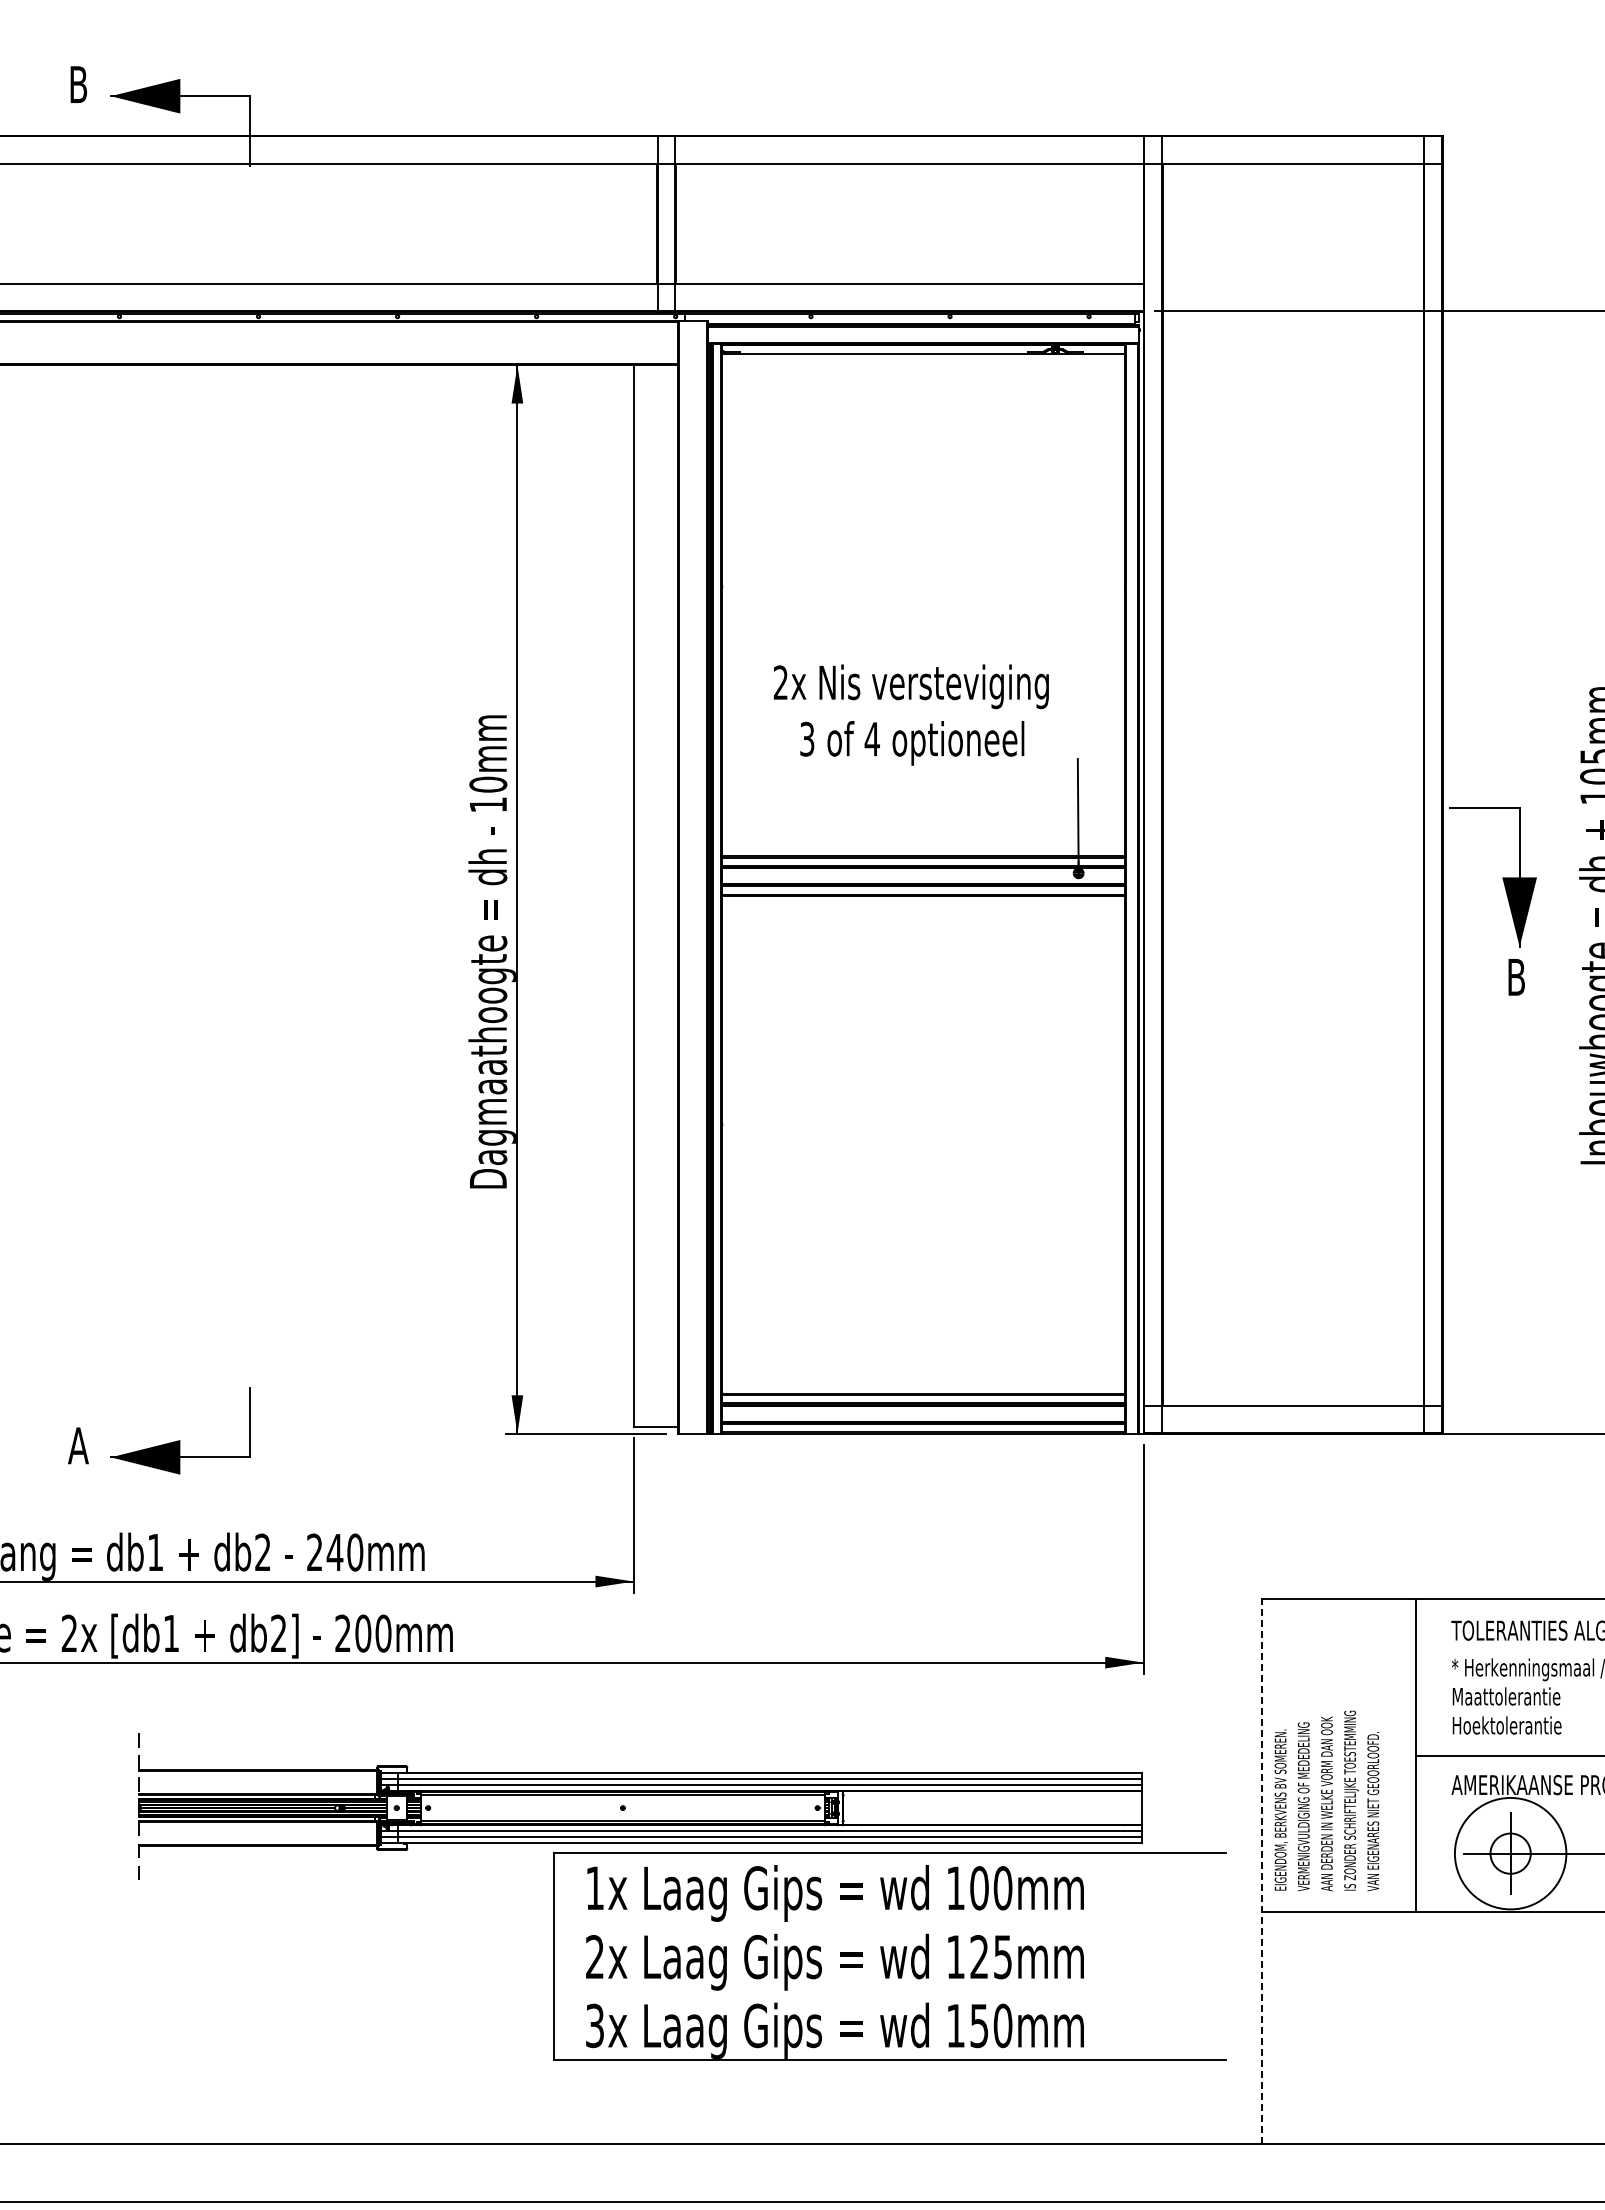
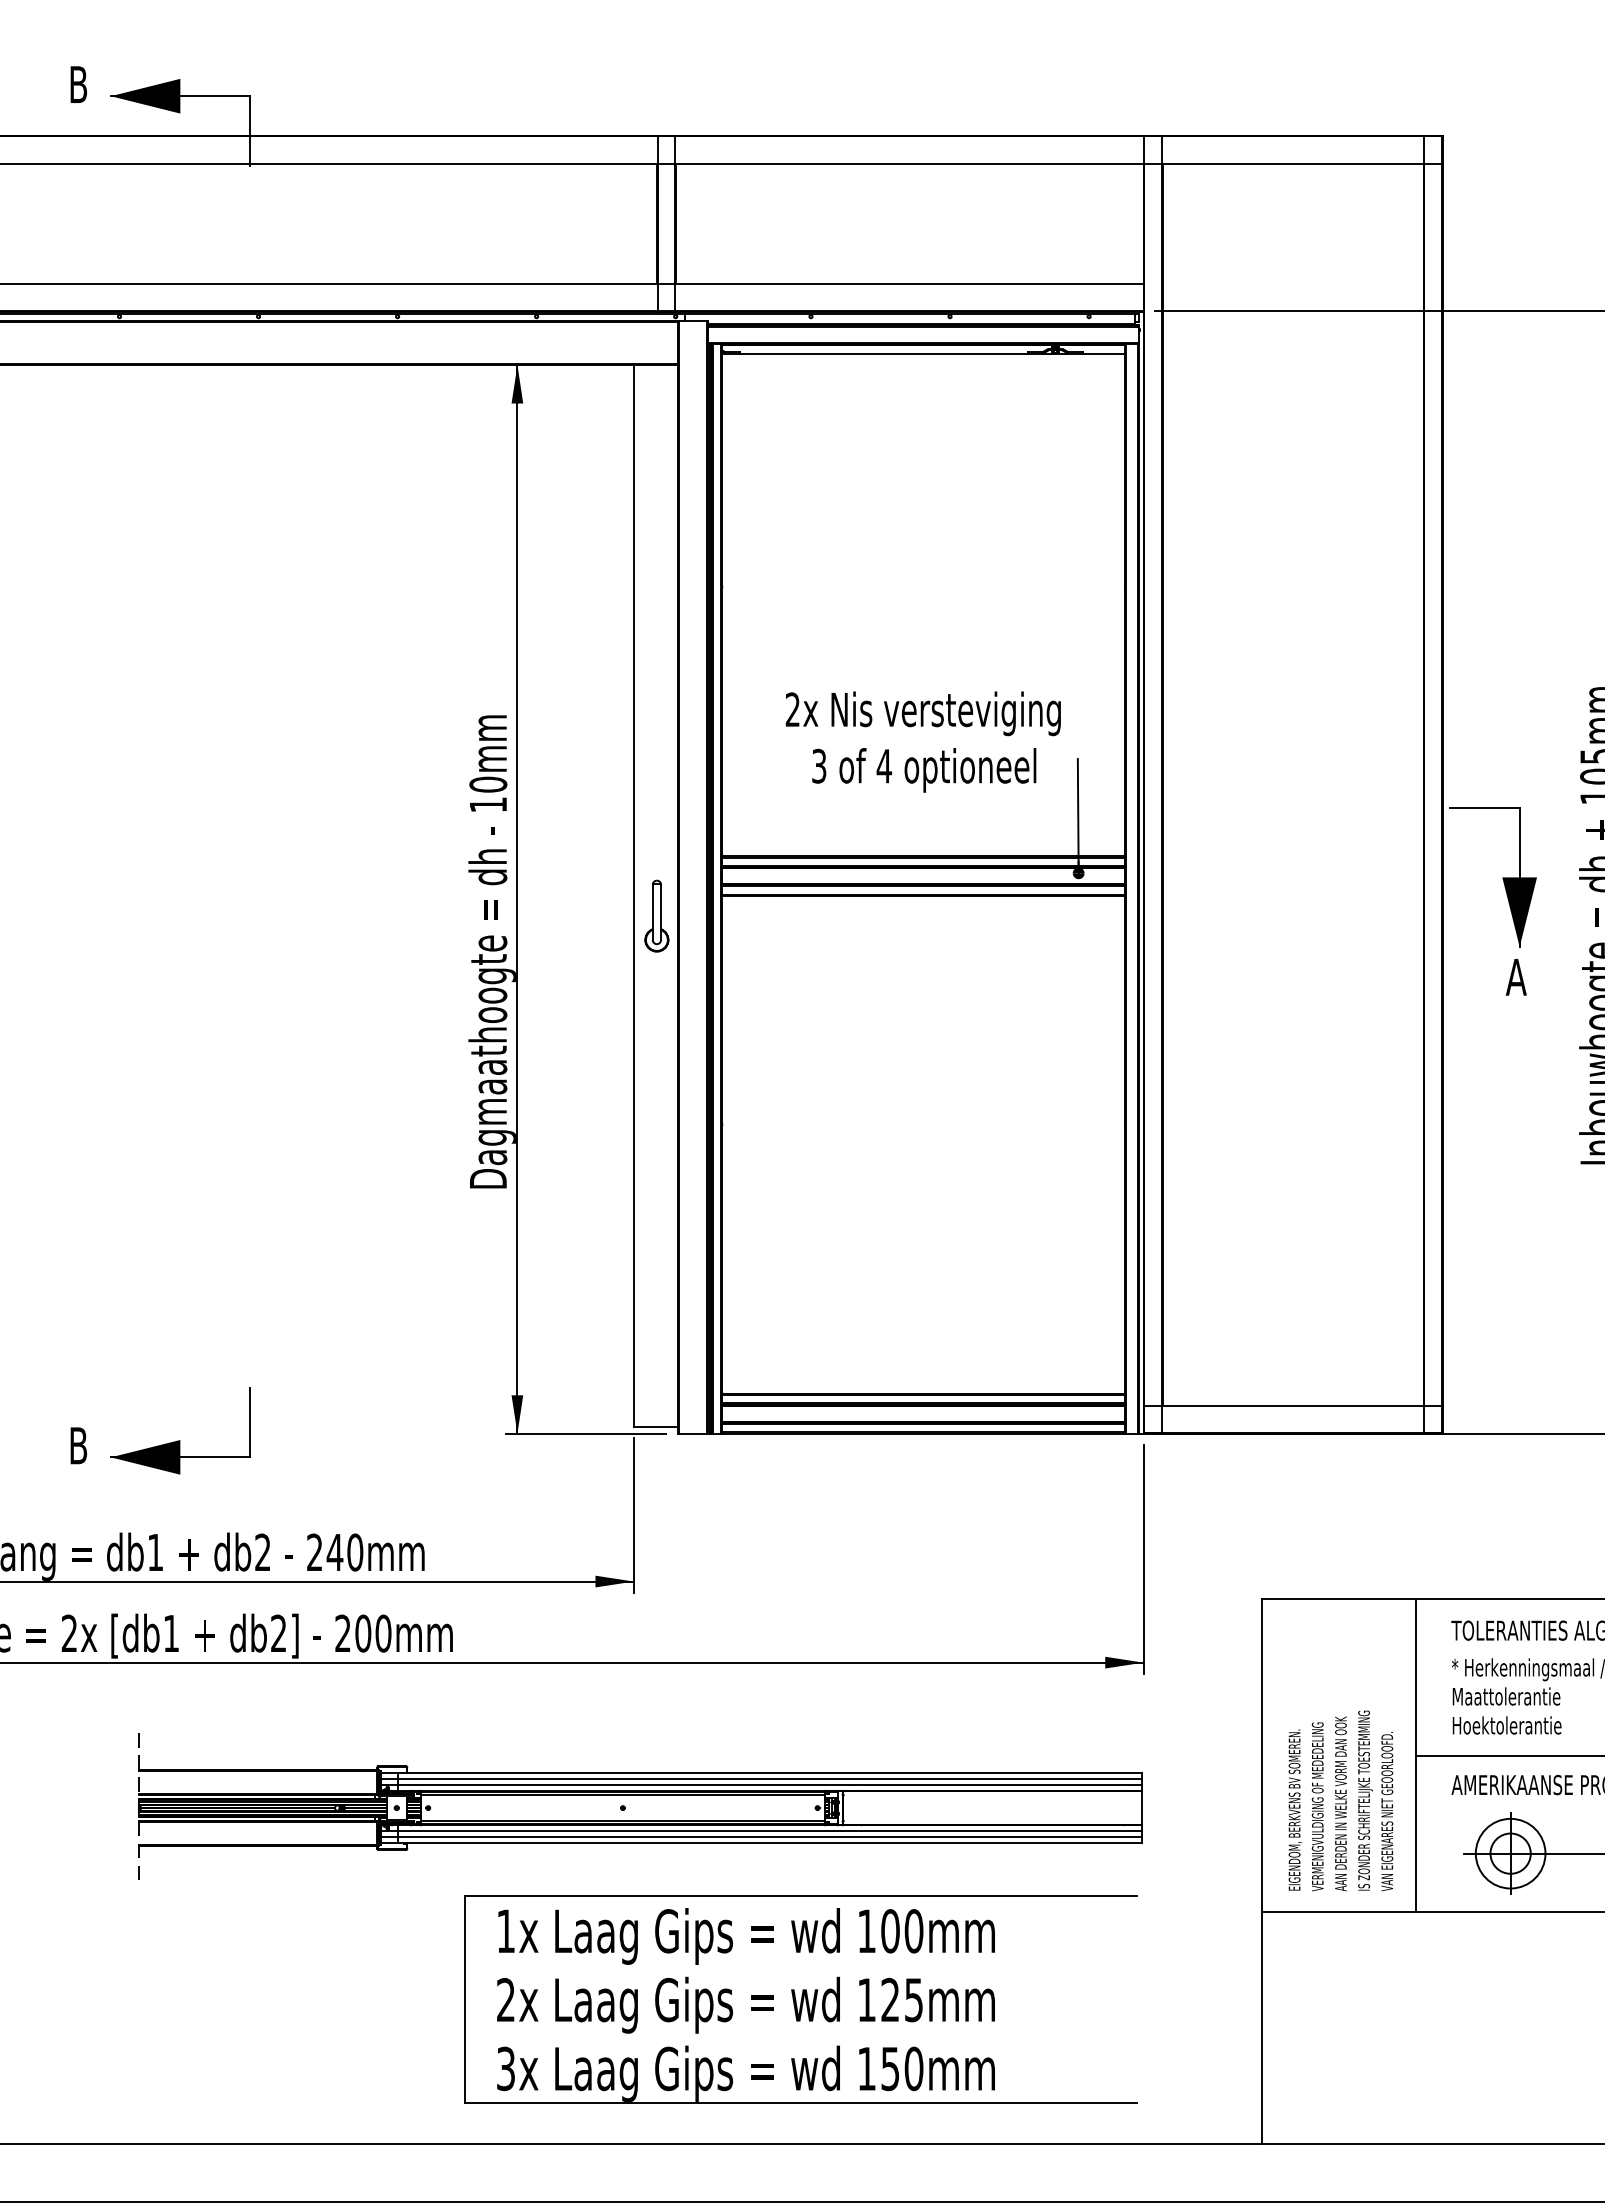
text at (910, 714) position: (910, 714) -> (922, 741)
part at (656, 915): none -> present
text at (1515, 977): B -> A
text at (78, 1445): A -> B
text at (1326, 1800) position: (1326, 1800) -> (1340, 1800)
circle at (1510, 1853) diameter: 111 px -> 70 px
line at (1262, 1870): dashed -> solid
part at (889, 1956) position: (889, 1956) -> (800, 1999)
